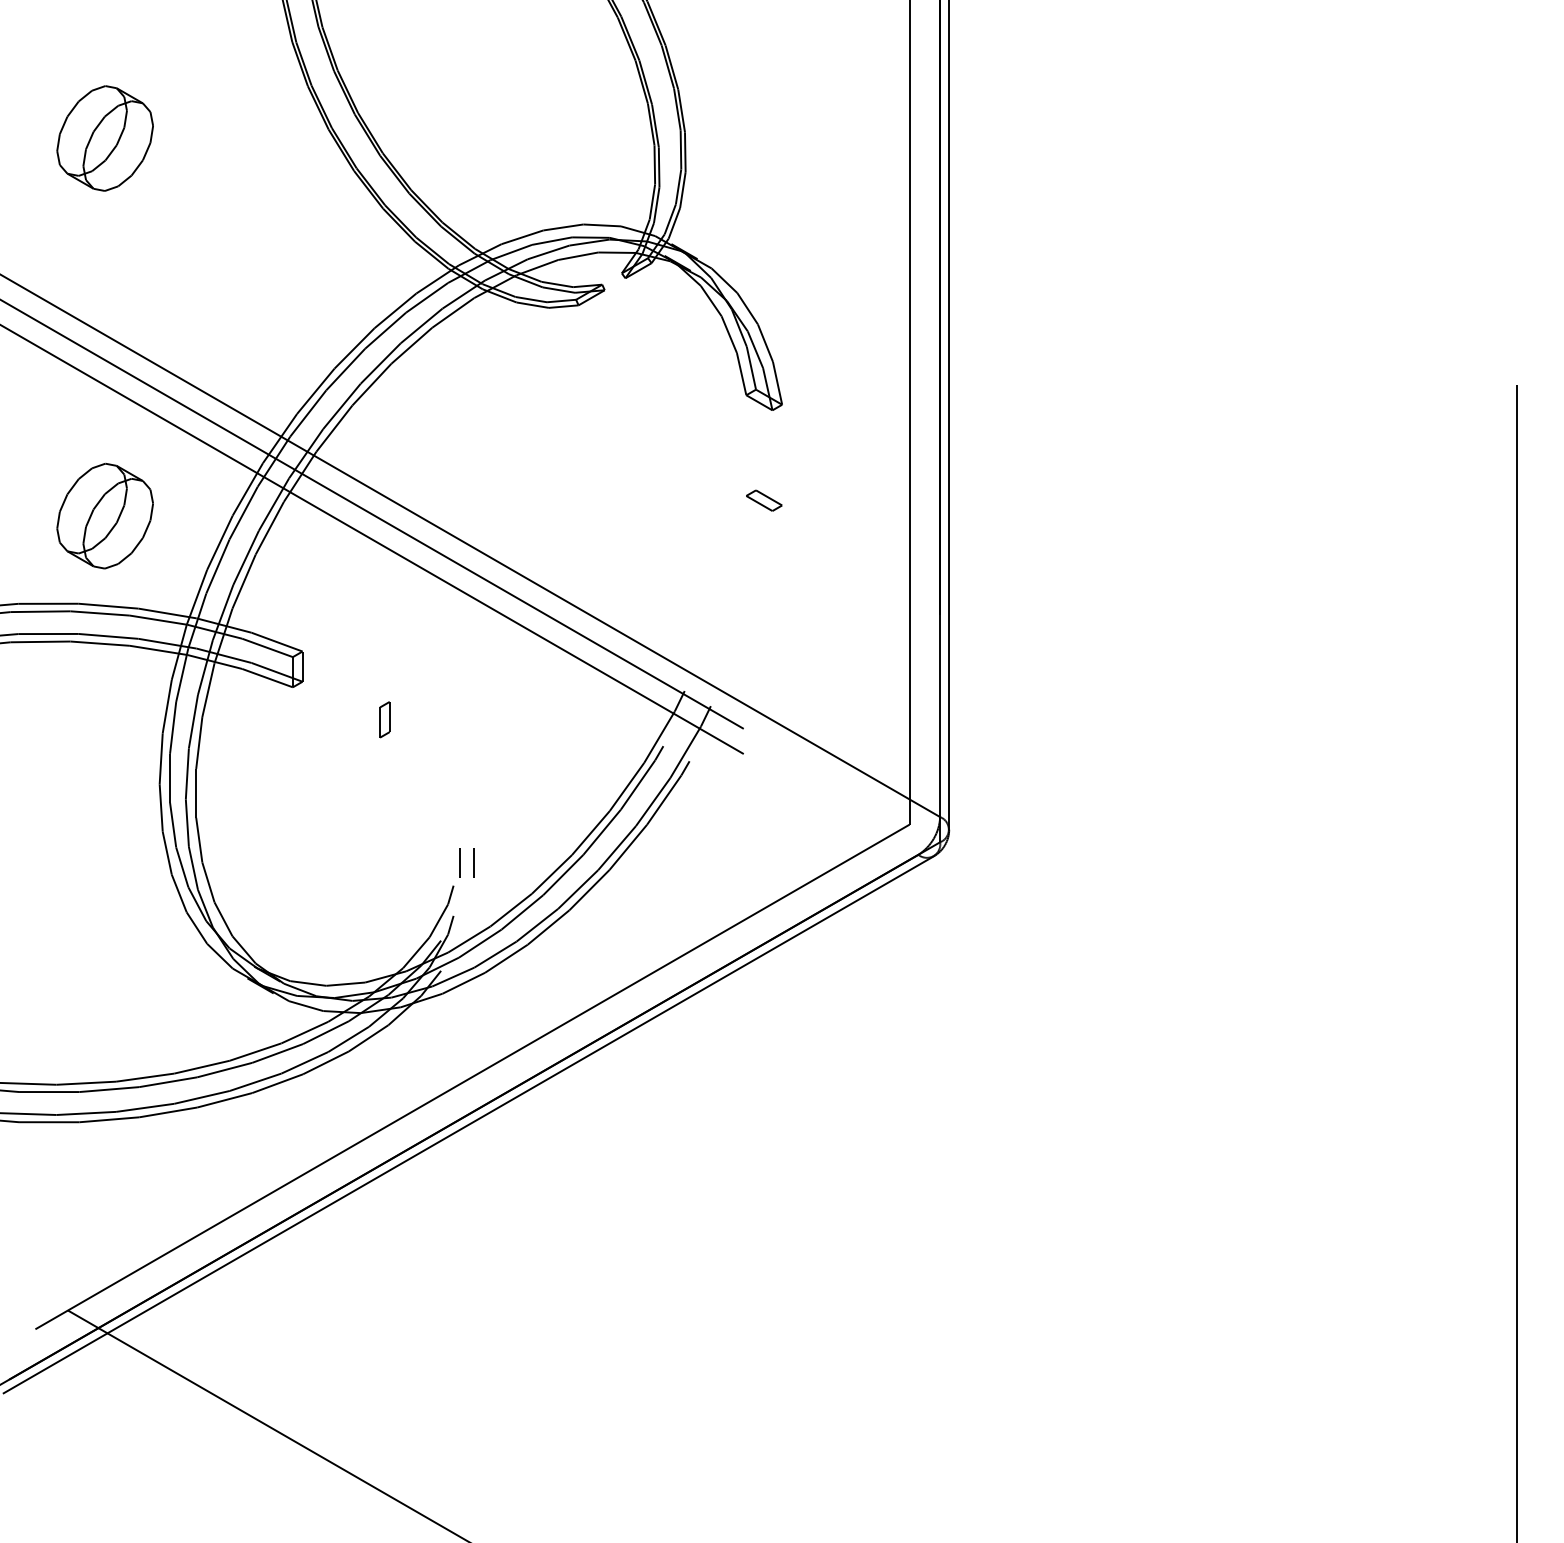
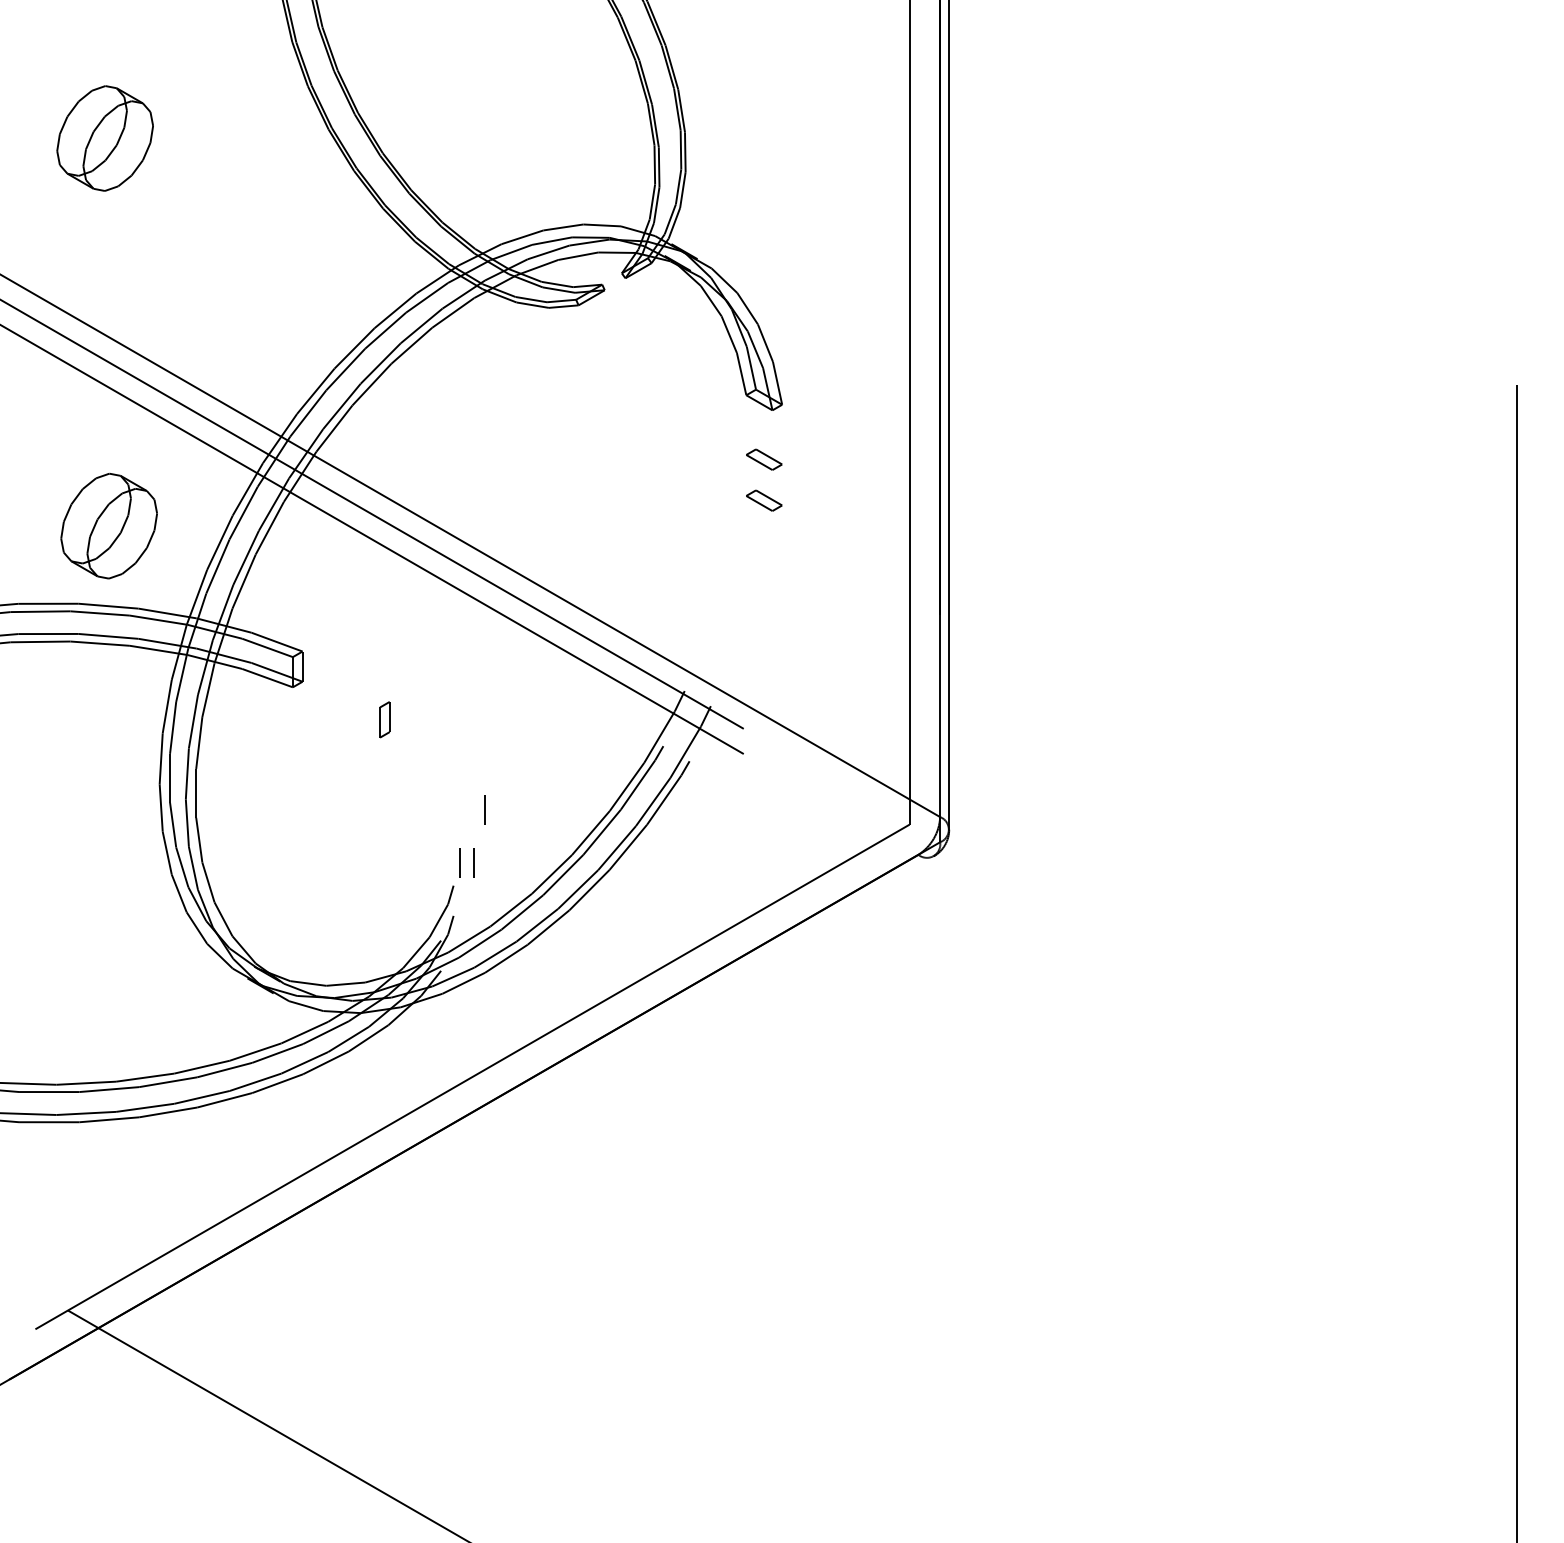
part at (764, 459): none -> present
part at (104, 515) position: (104, 515) -> (108, 525)
line at (484, 809): none -> present
line at (467, 1124): present -> none
